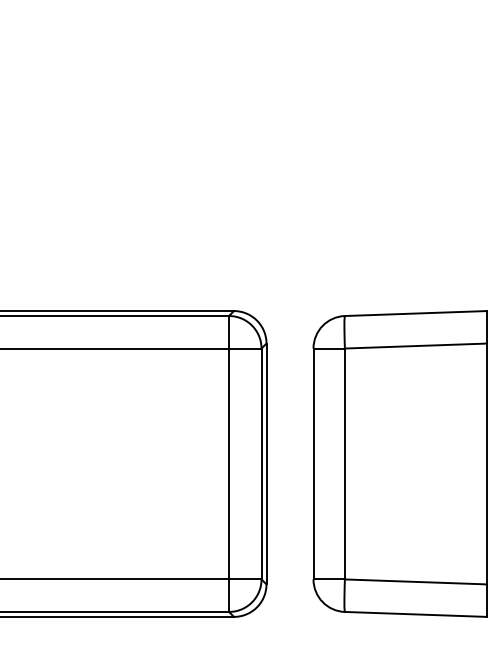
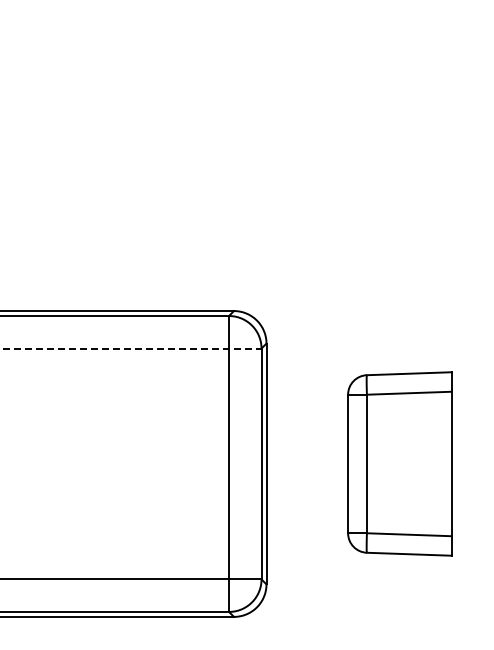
line at (131, 348): solid -> dashed
part at (399, 463) size: 176x308 px -> 106x186 px
